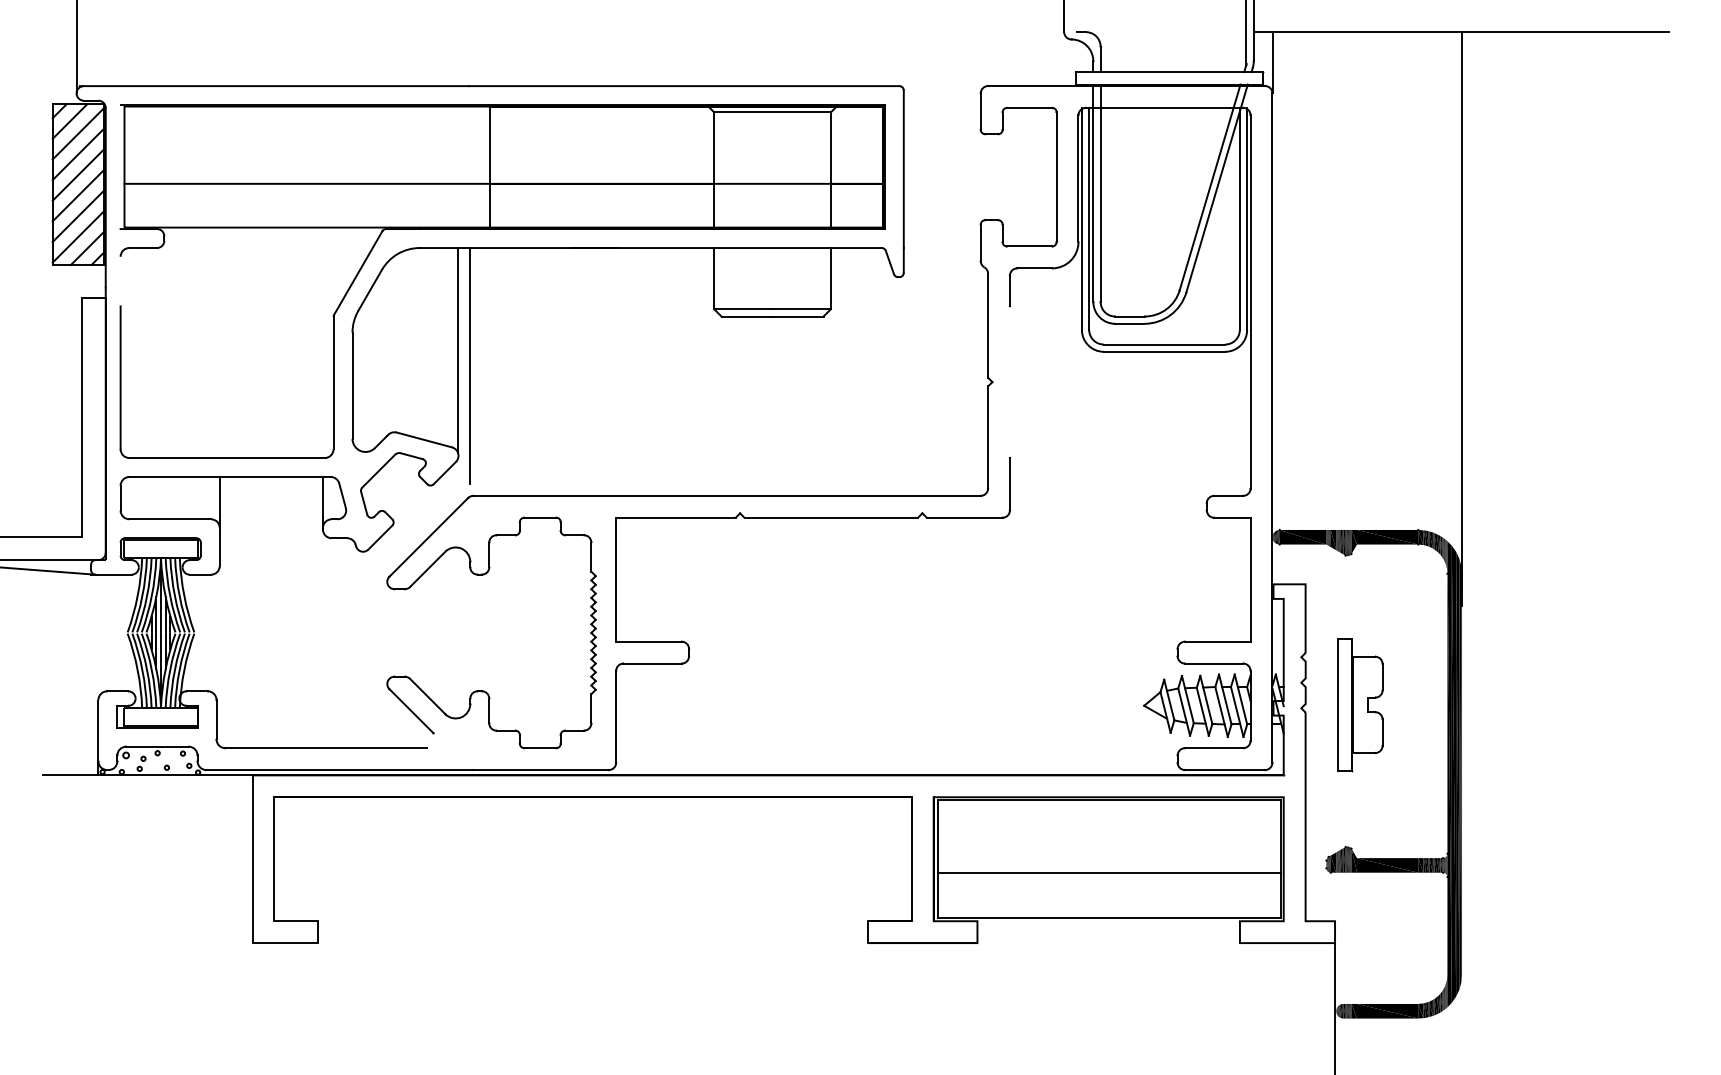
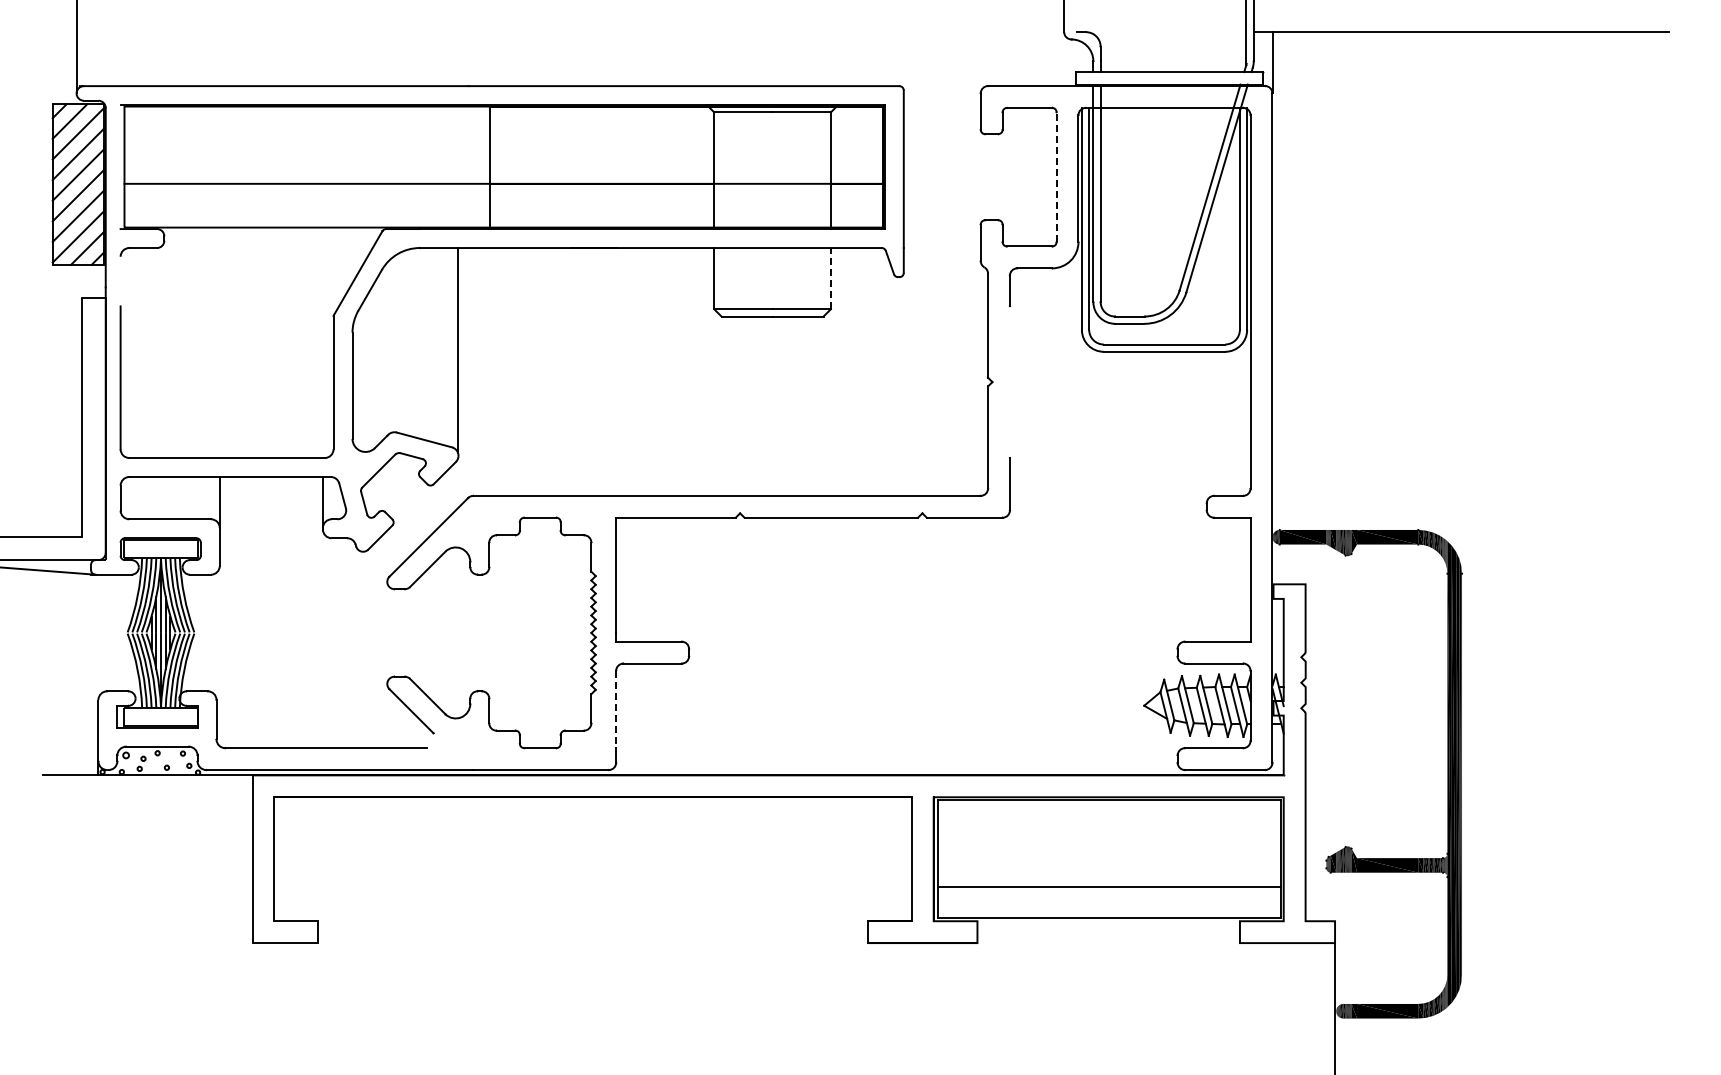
line at (1056, 177): solid -> dashed
line at (830, 278): solid -> dashed
line at (1462, 318): present -> none
line at (469, 366): present -> none
part at (1360, 705): present -> none
line at (616, 709): solid -> dashed
line at (1109, 873) position: (1109, 873) -> (1109, 887)
